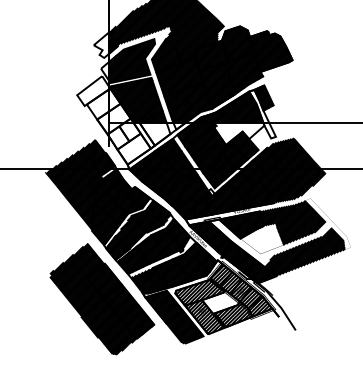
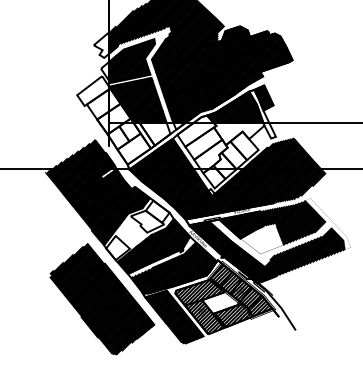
hatch at (217, 151): present -> none
hatch at (138, 229): present -> none
